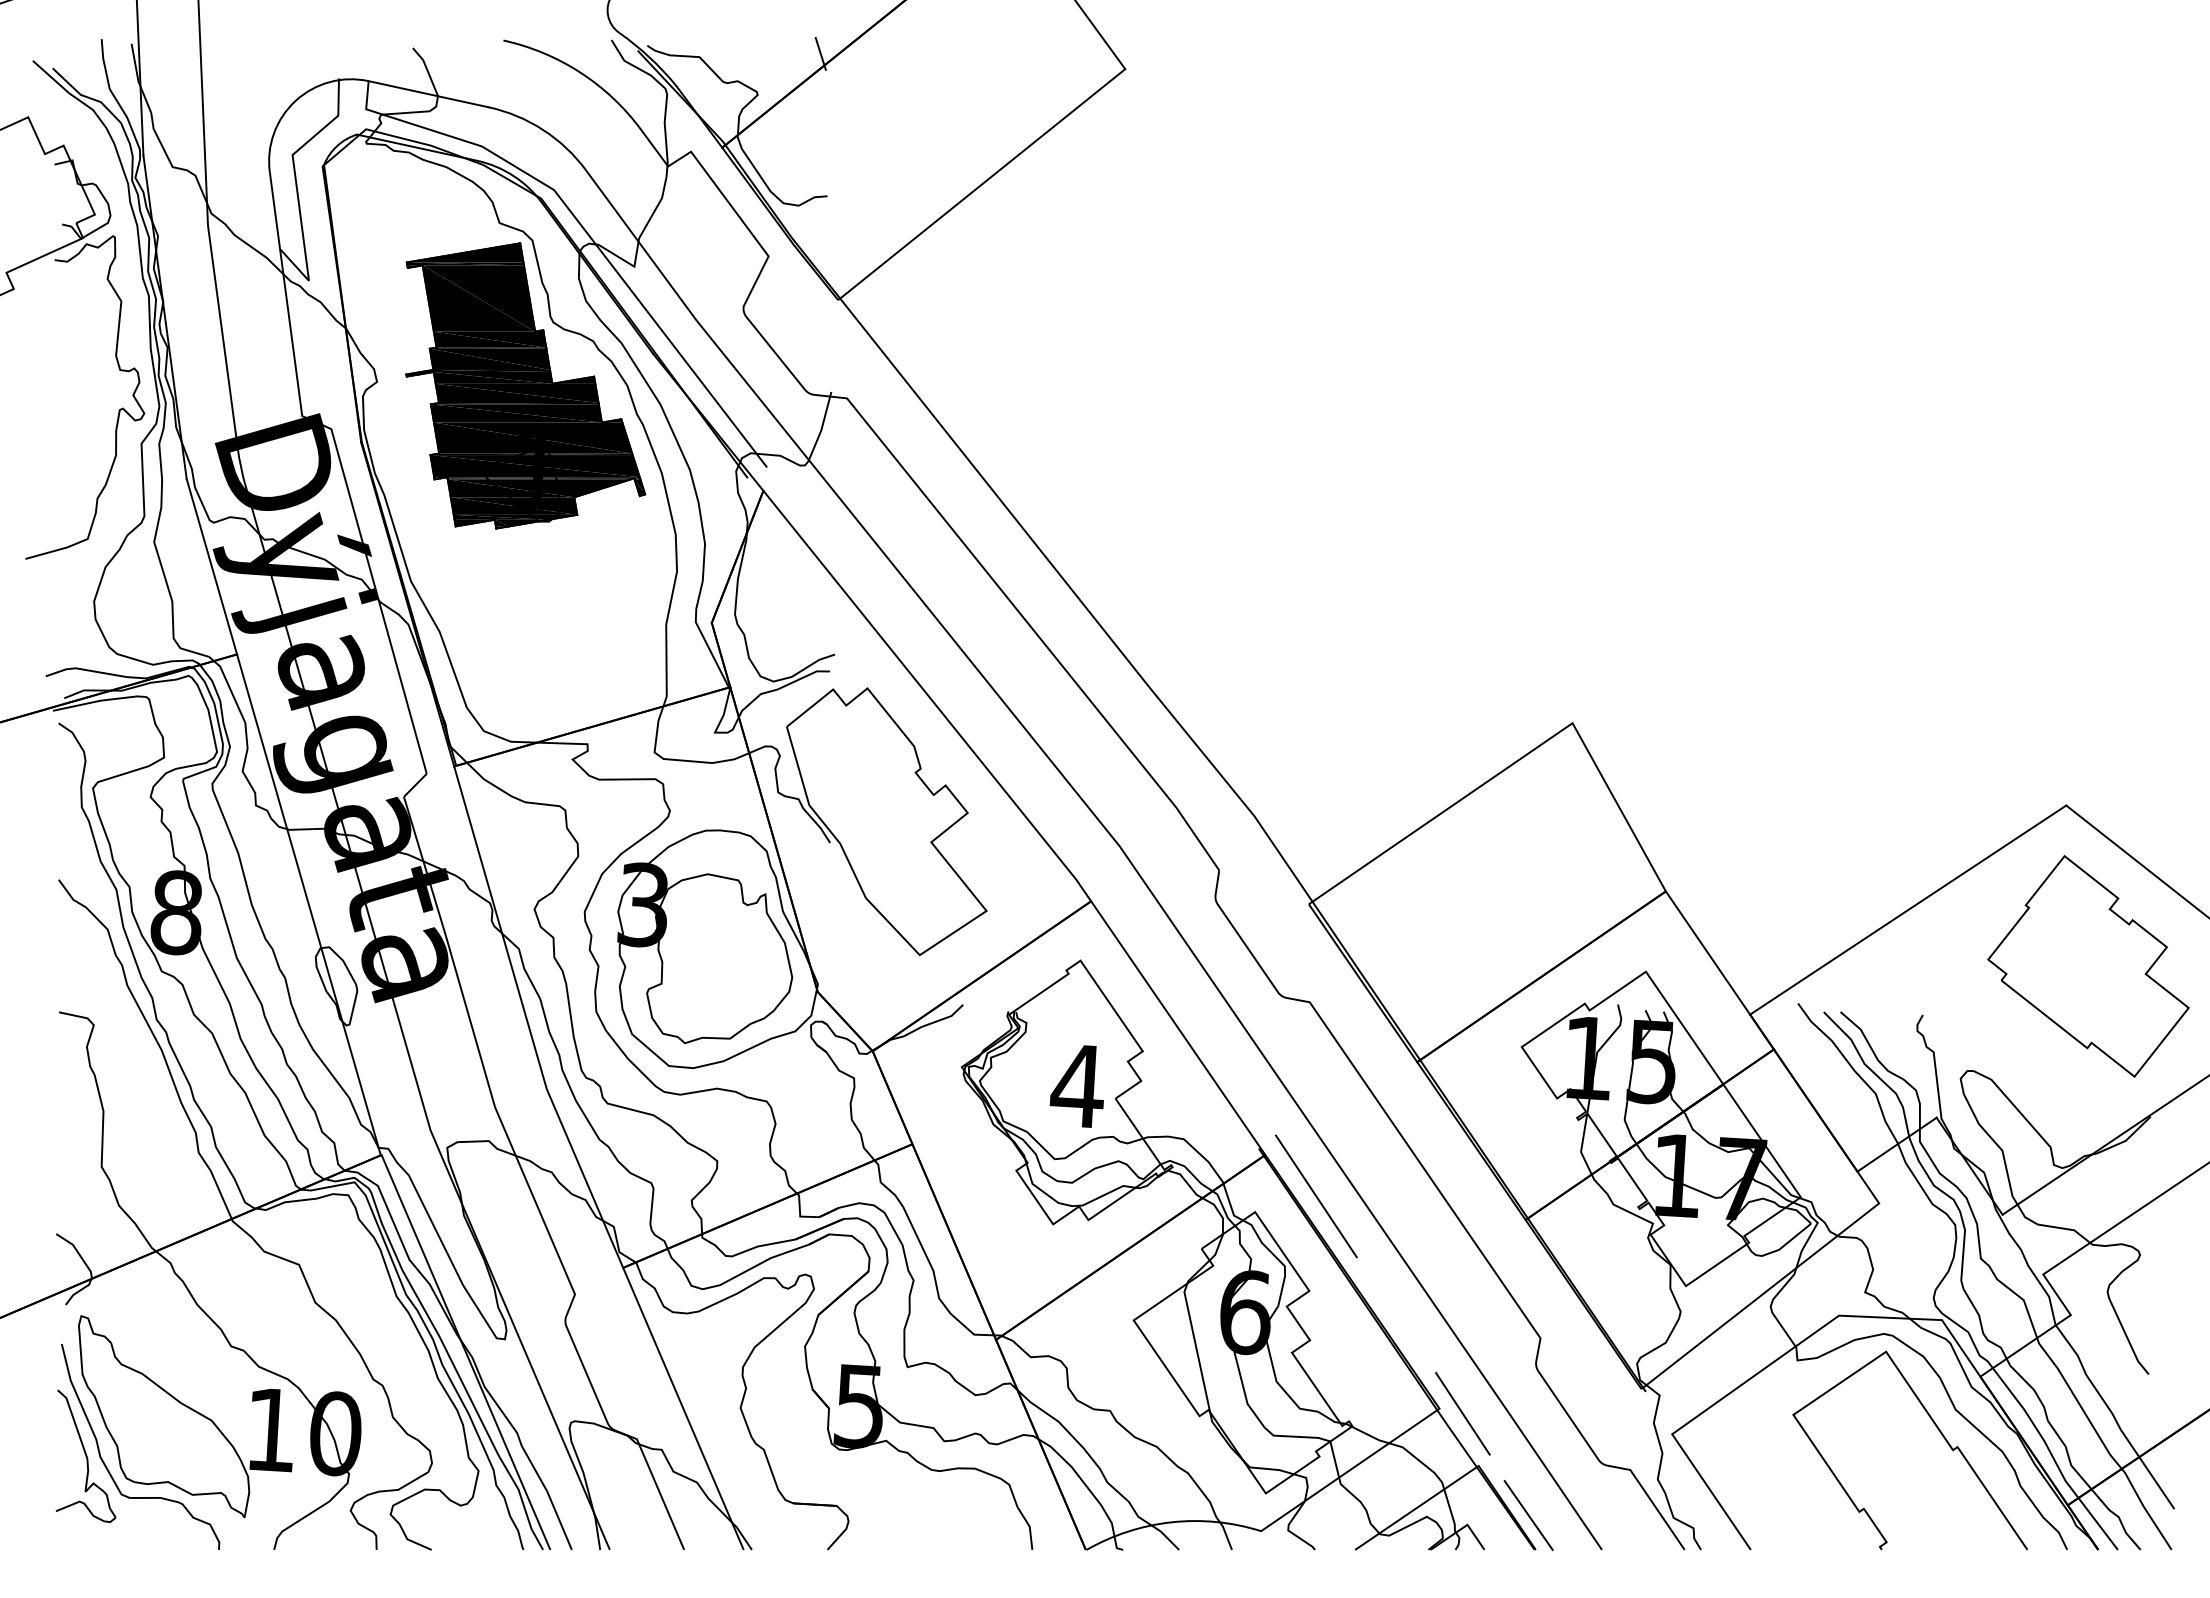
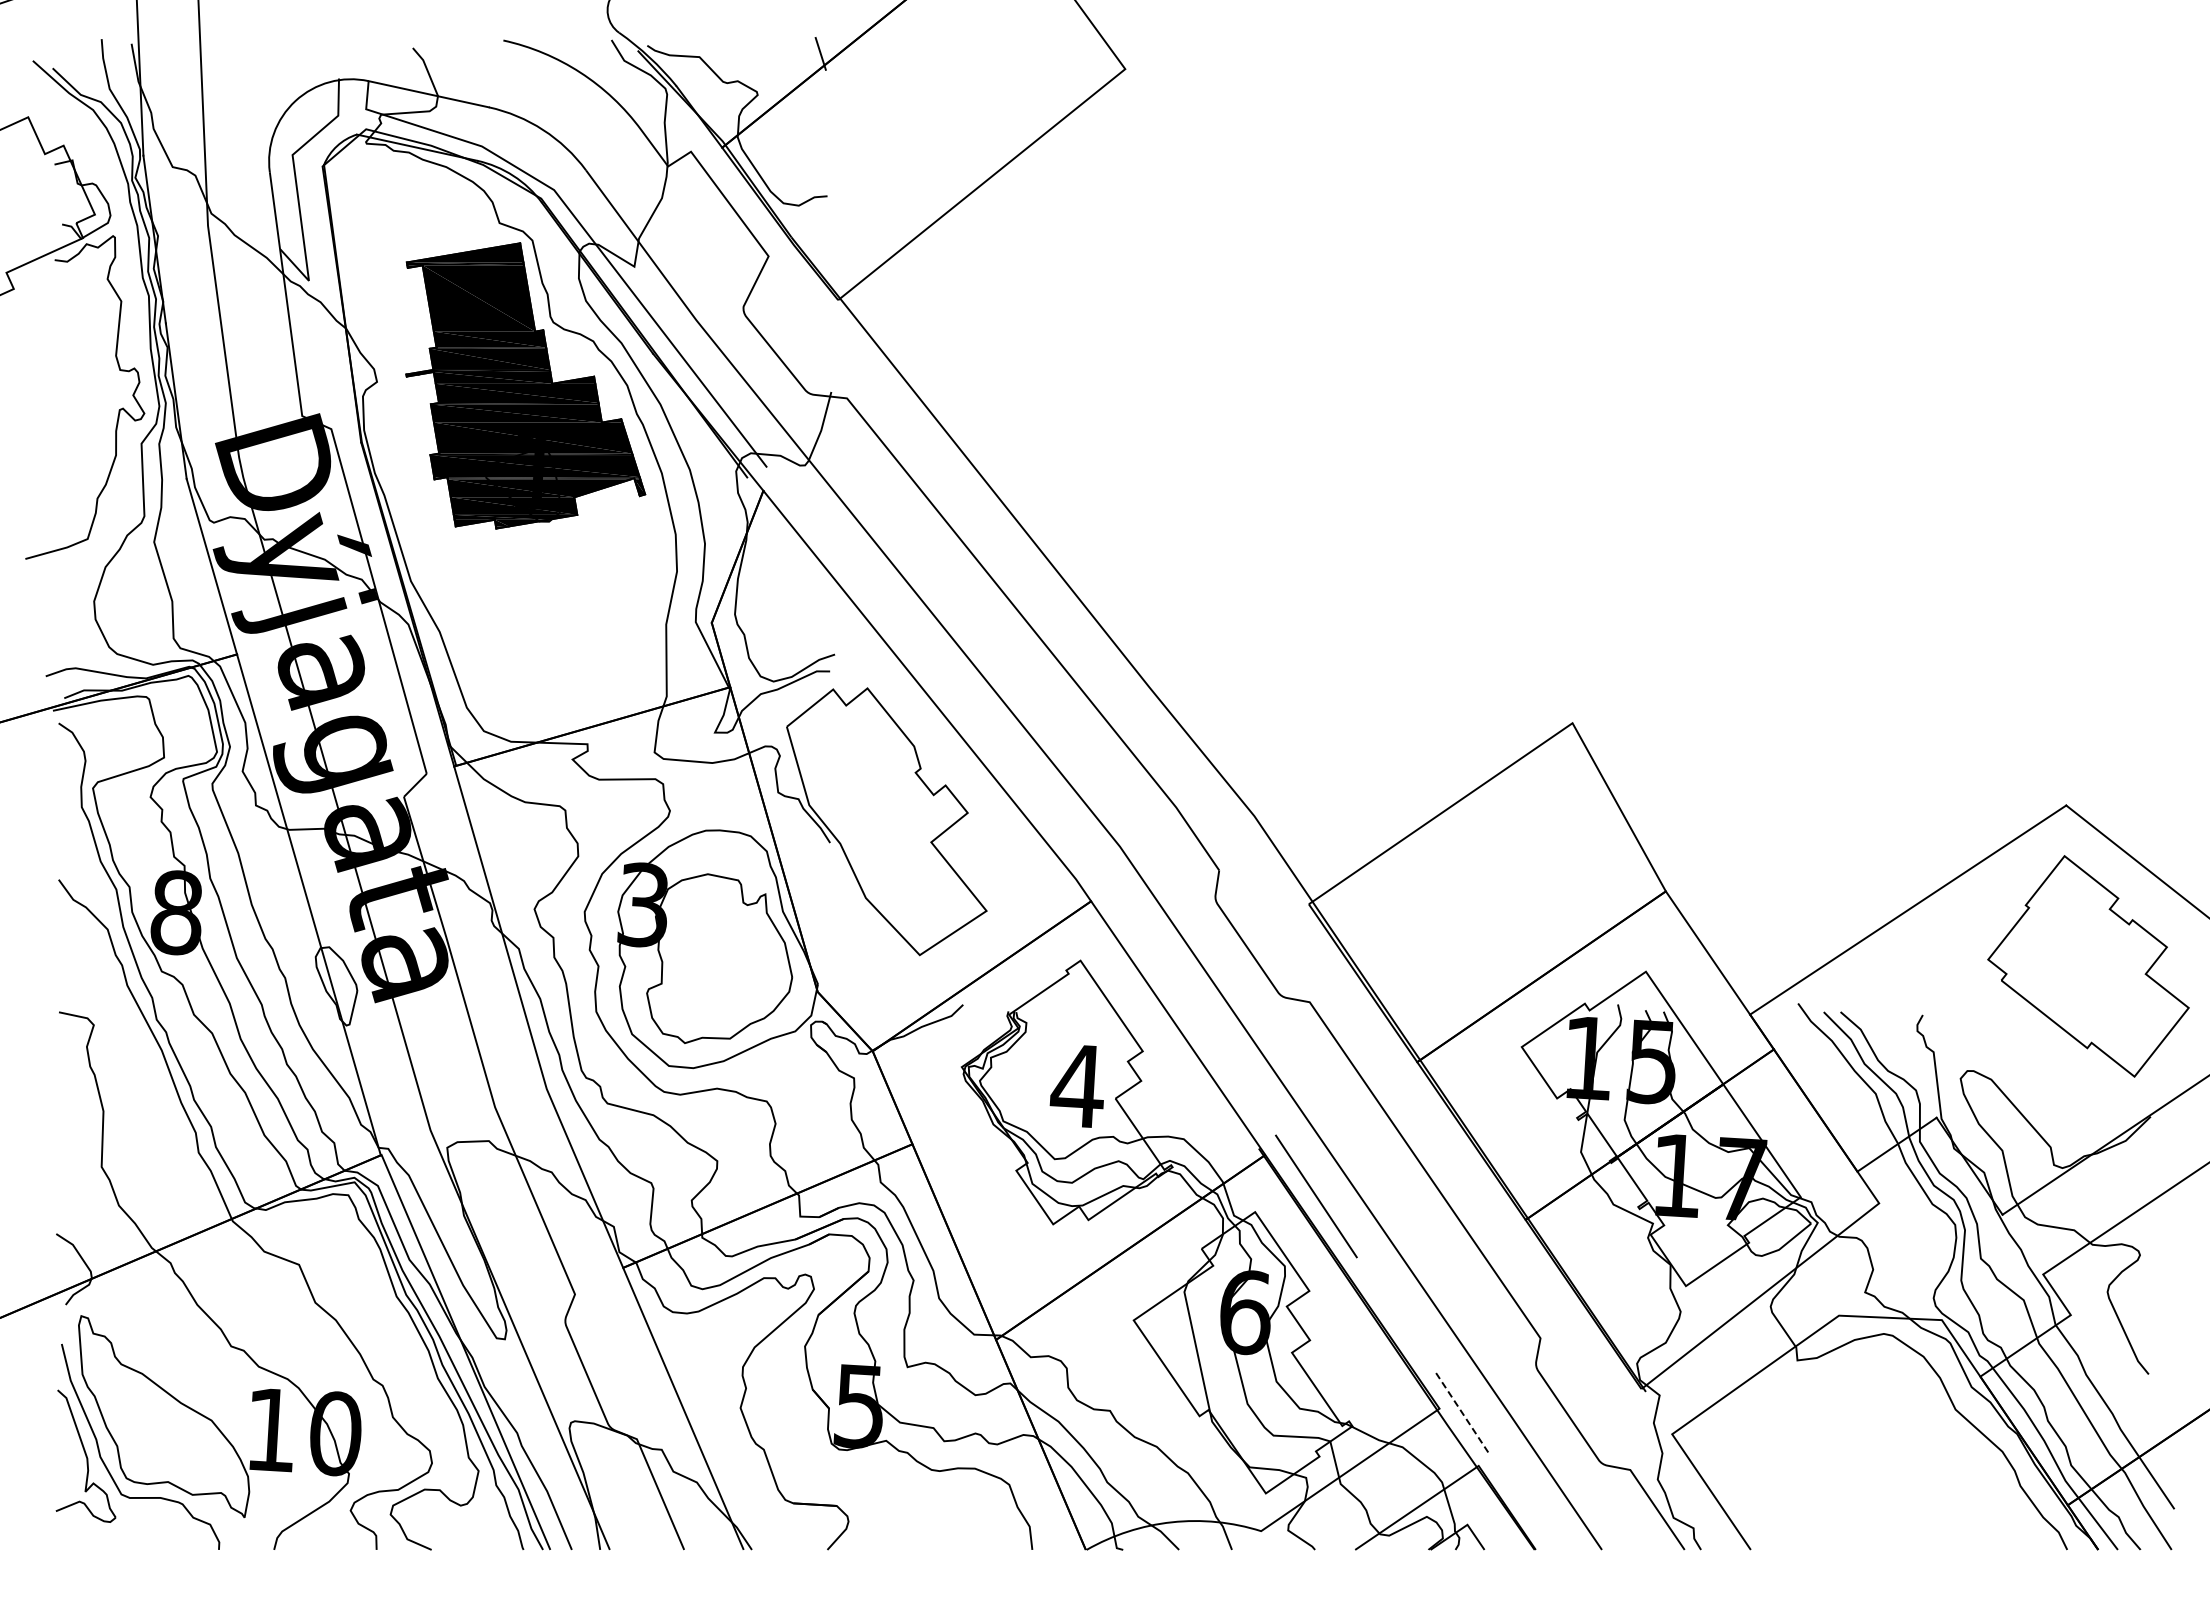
line at (1462, 1413): solid -> dashed
curve at (1939, 1432): present -> none
line at (1528, 1515): present -> none
